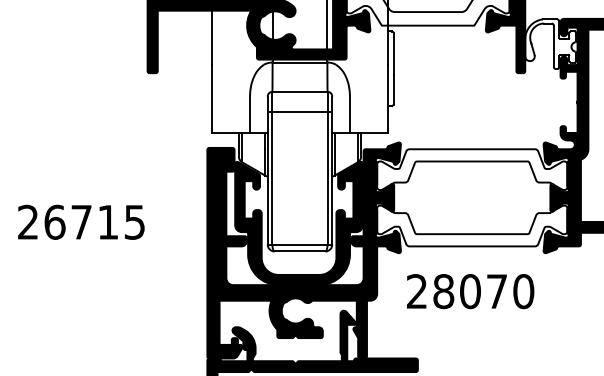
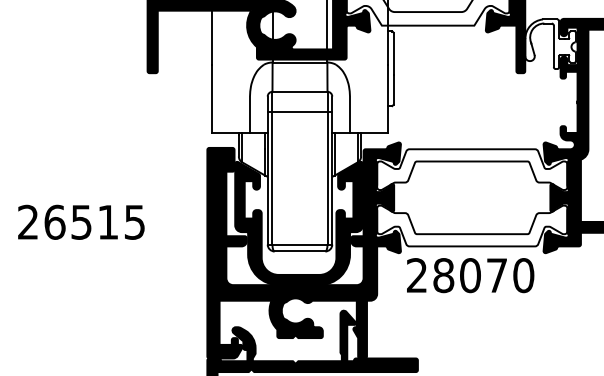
text at (81, 222): 26715 -> 26515
text at (470, 291) position: (470, 291) -> (470, 275)
